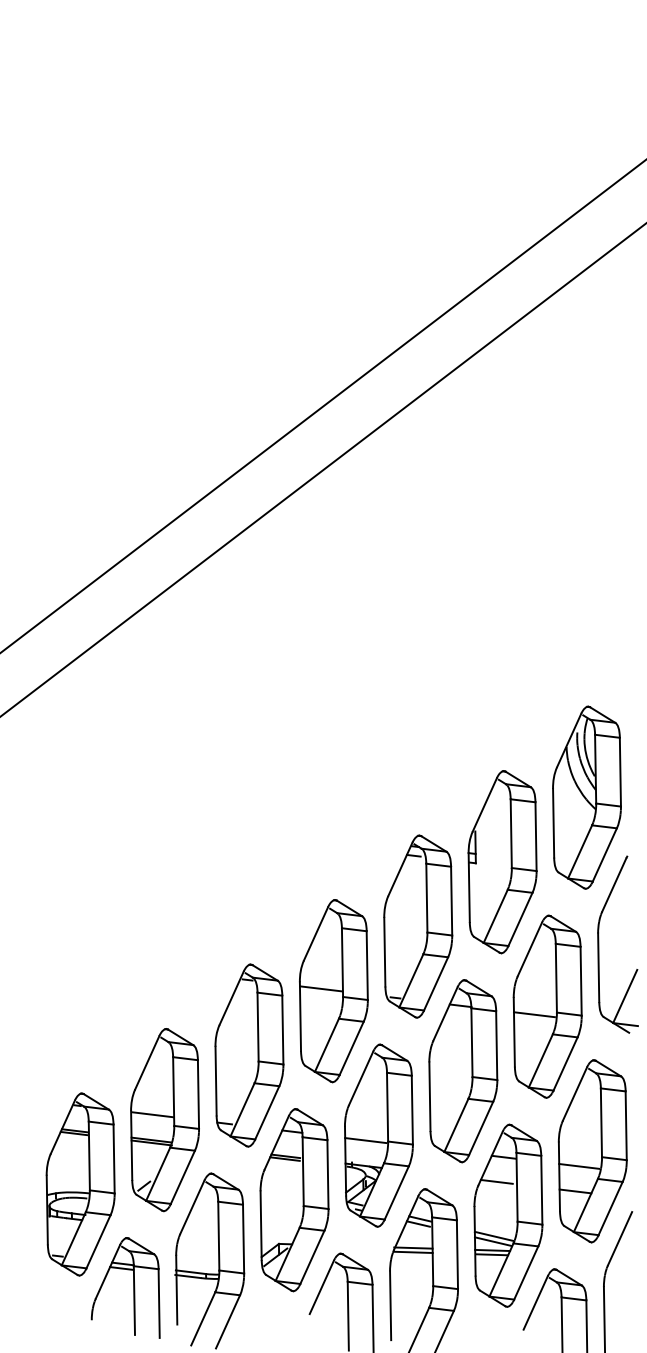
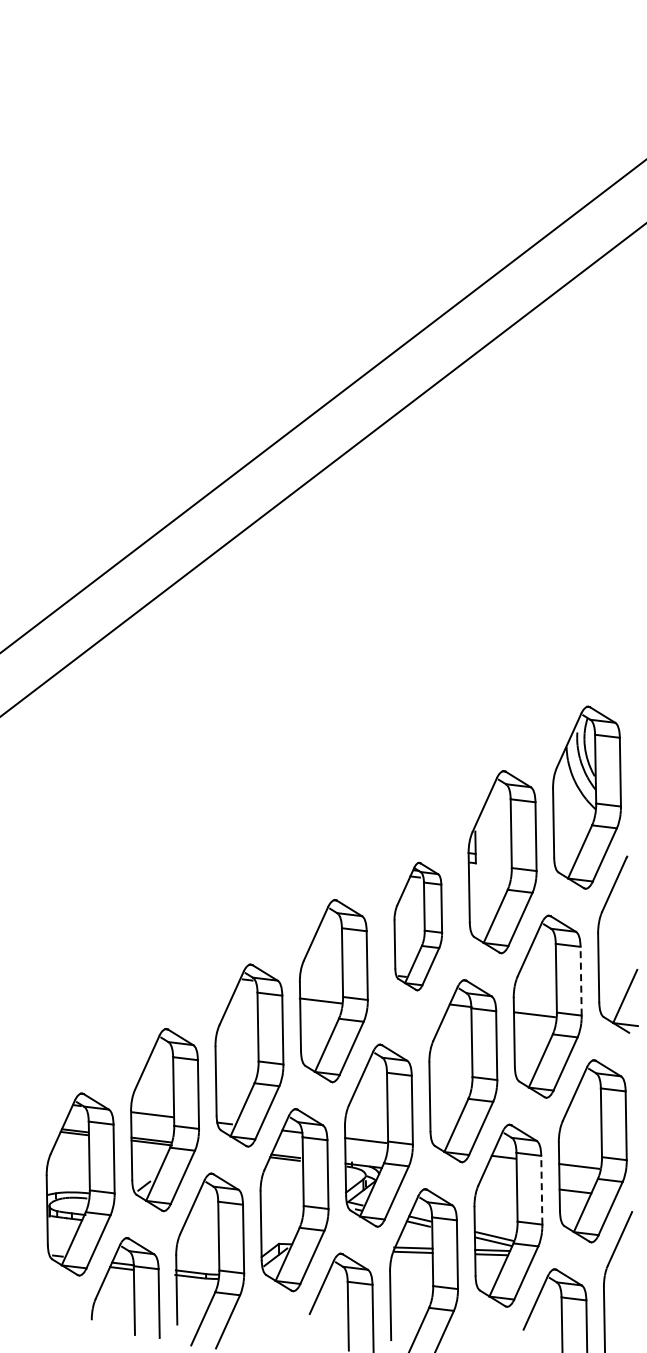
part at (418, 926) size: 71x185 px -> 51x131 px
line at (581, 980): solid -> dashed
line at (321, 988) position: (321, 988) -> (320, 1000)
line at (496, 1181): present -> none
line at (541, 1189): solid -> dashed
